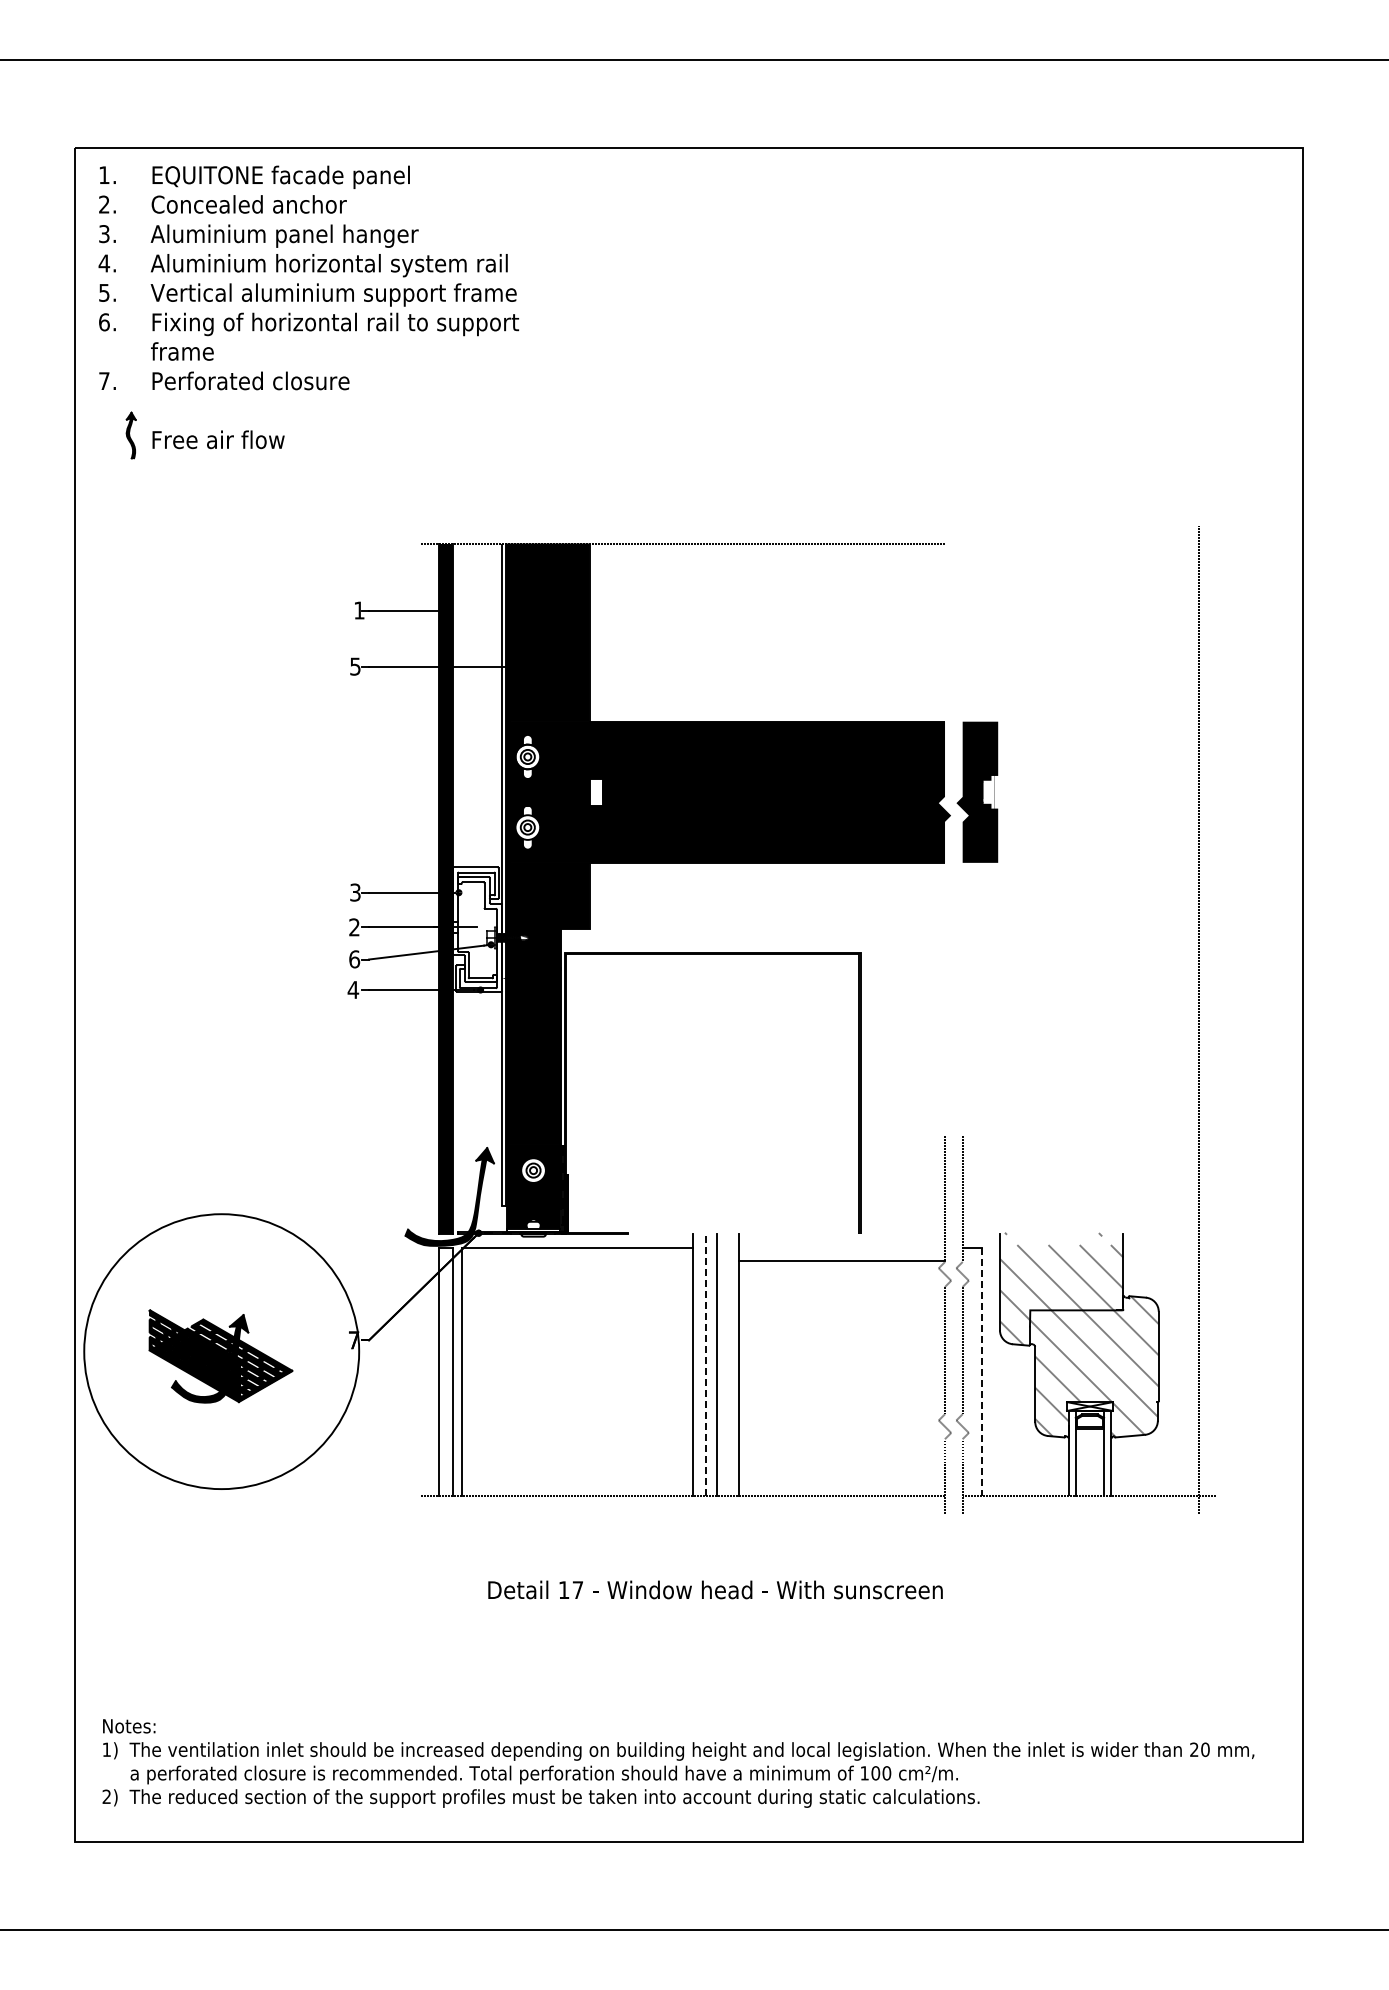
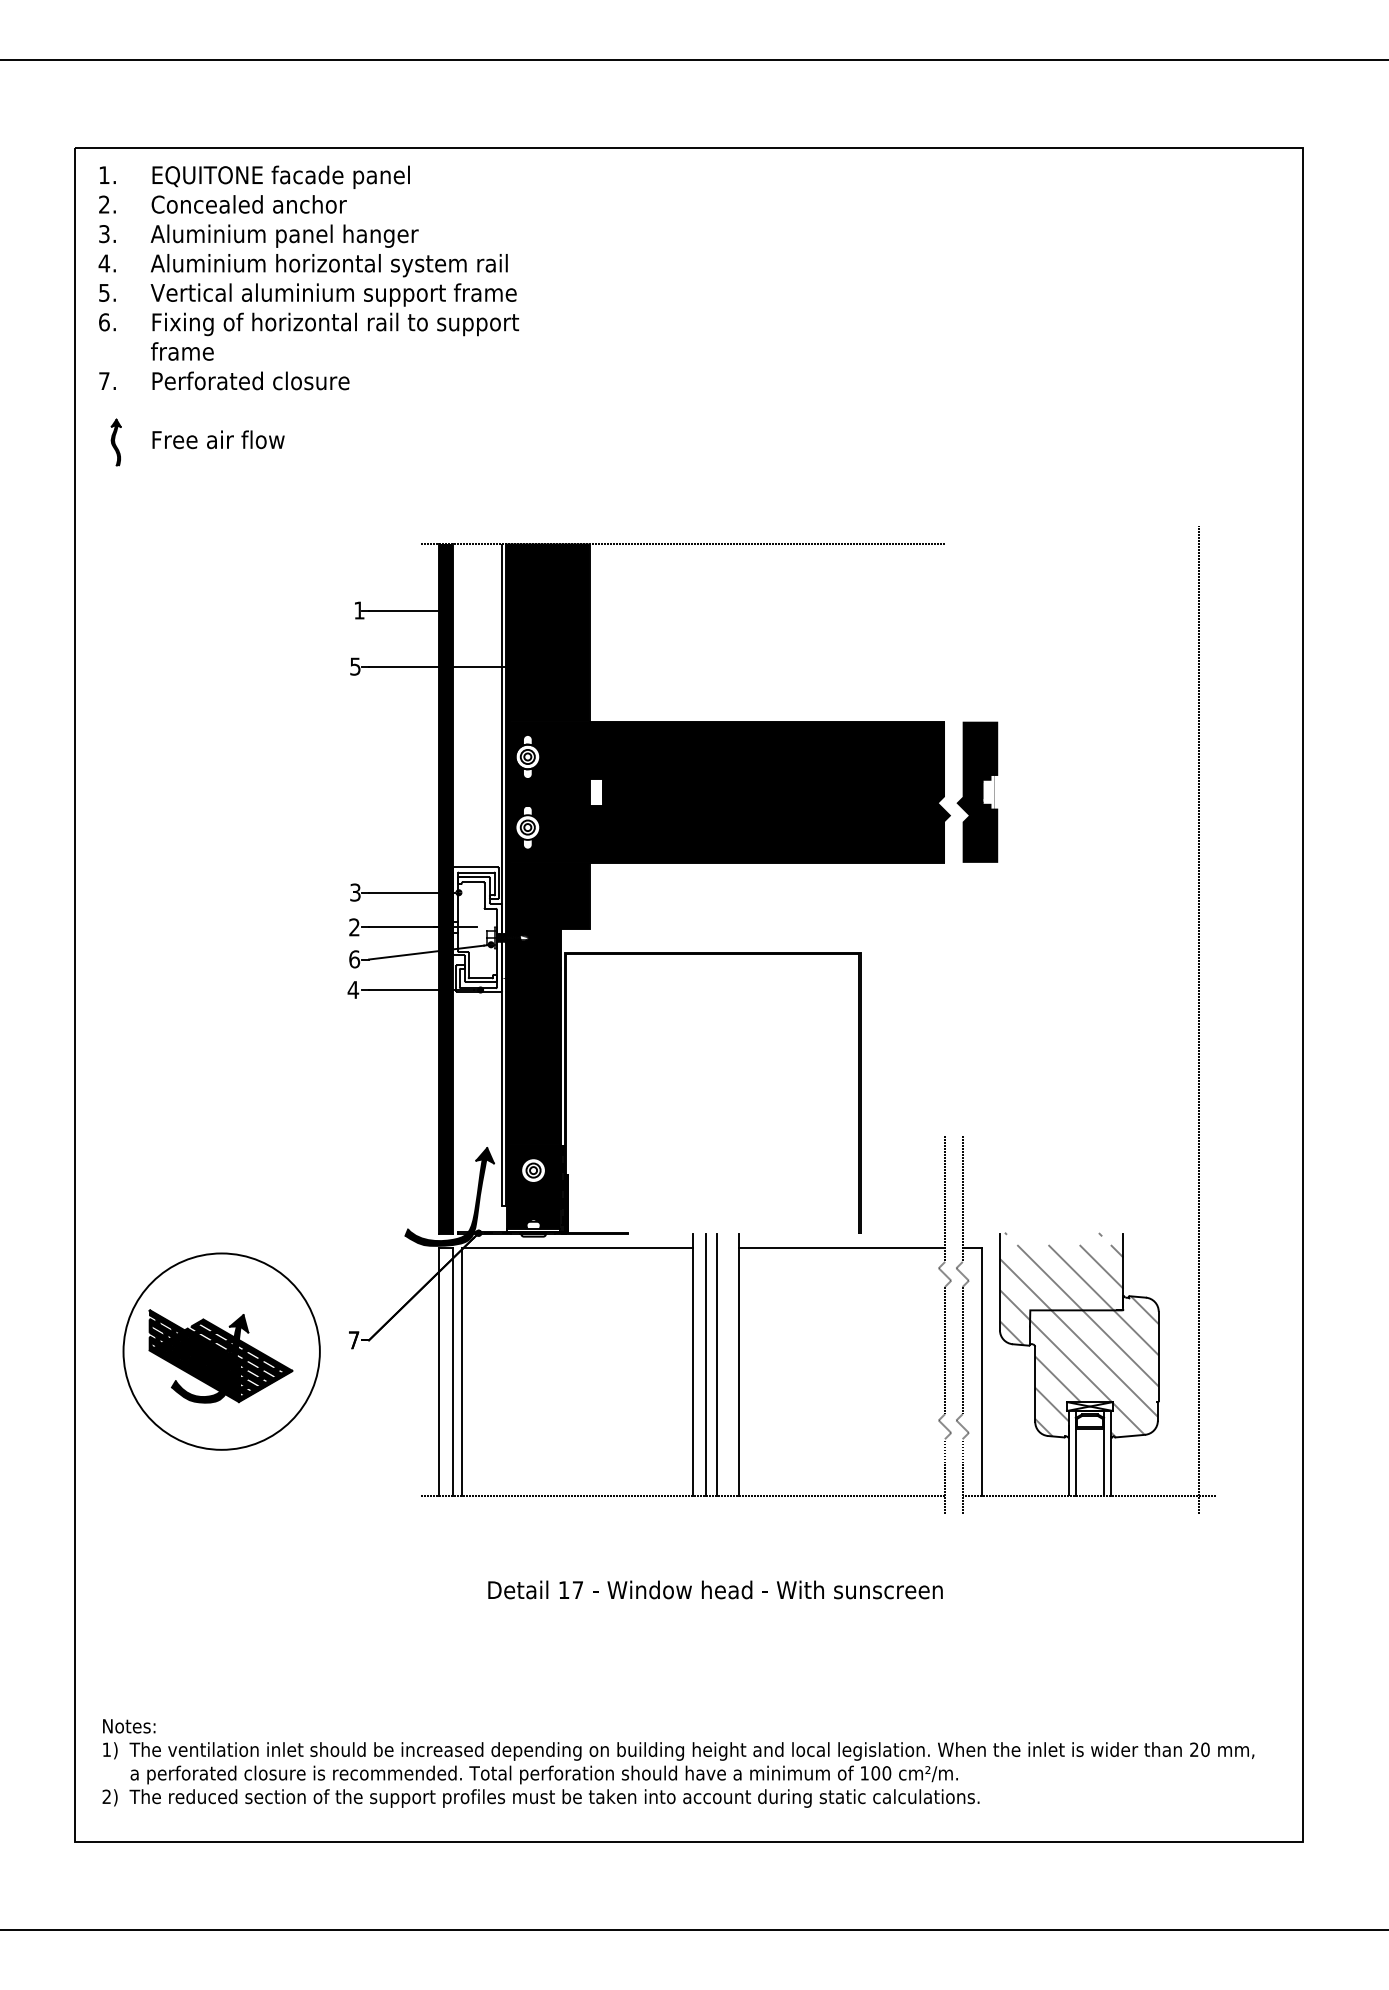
part at (130, 435) position: (130, 435) -> (115, 442)
line at (841, 1261) position: (841, 1261) -> (841, 1248)
circle at (221, 1351) diameter: 275 px -> 196 px
line at (705, 1364): dashed -> solid
line at (982, 1372): dashed -> solid
